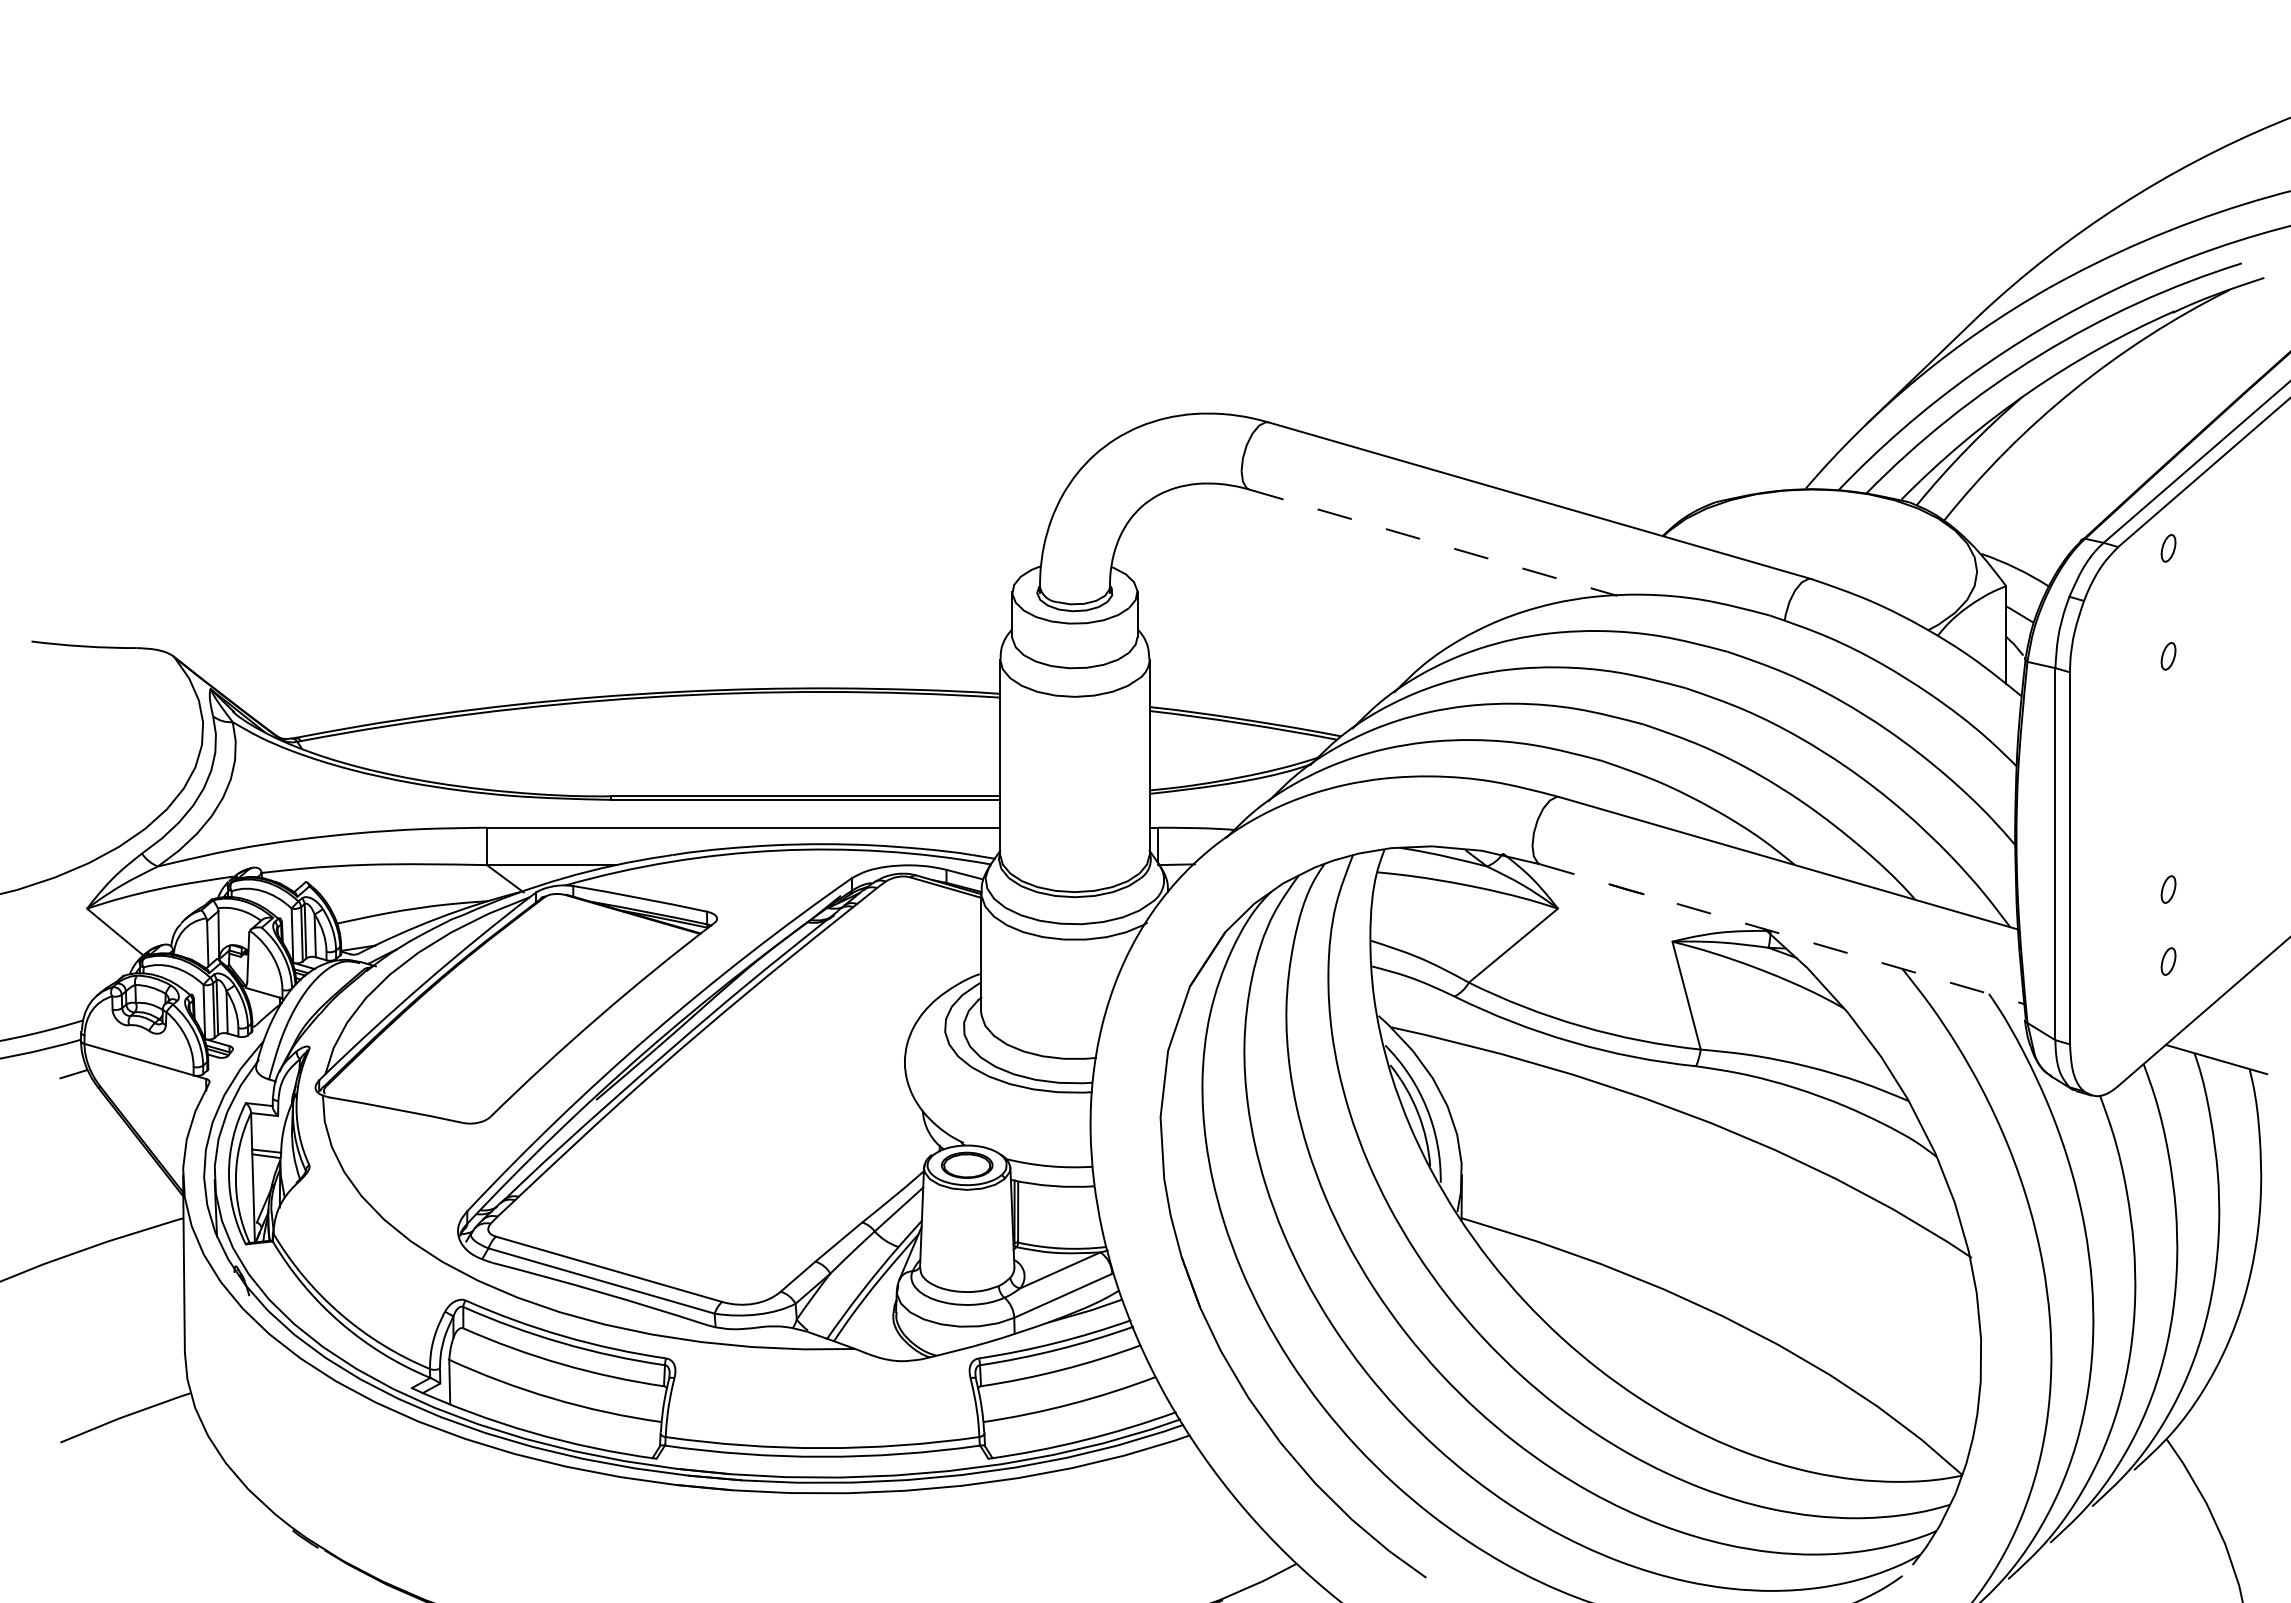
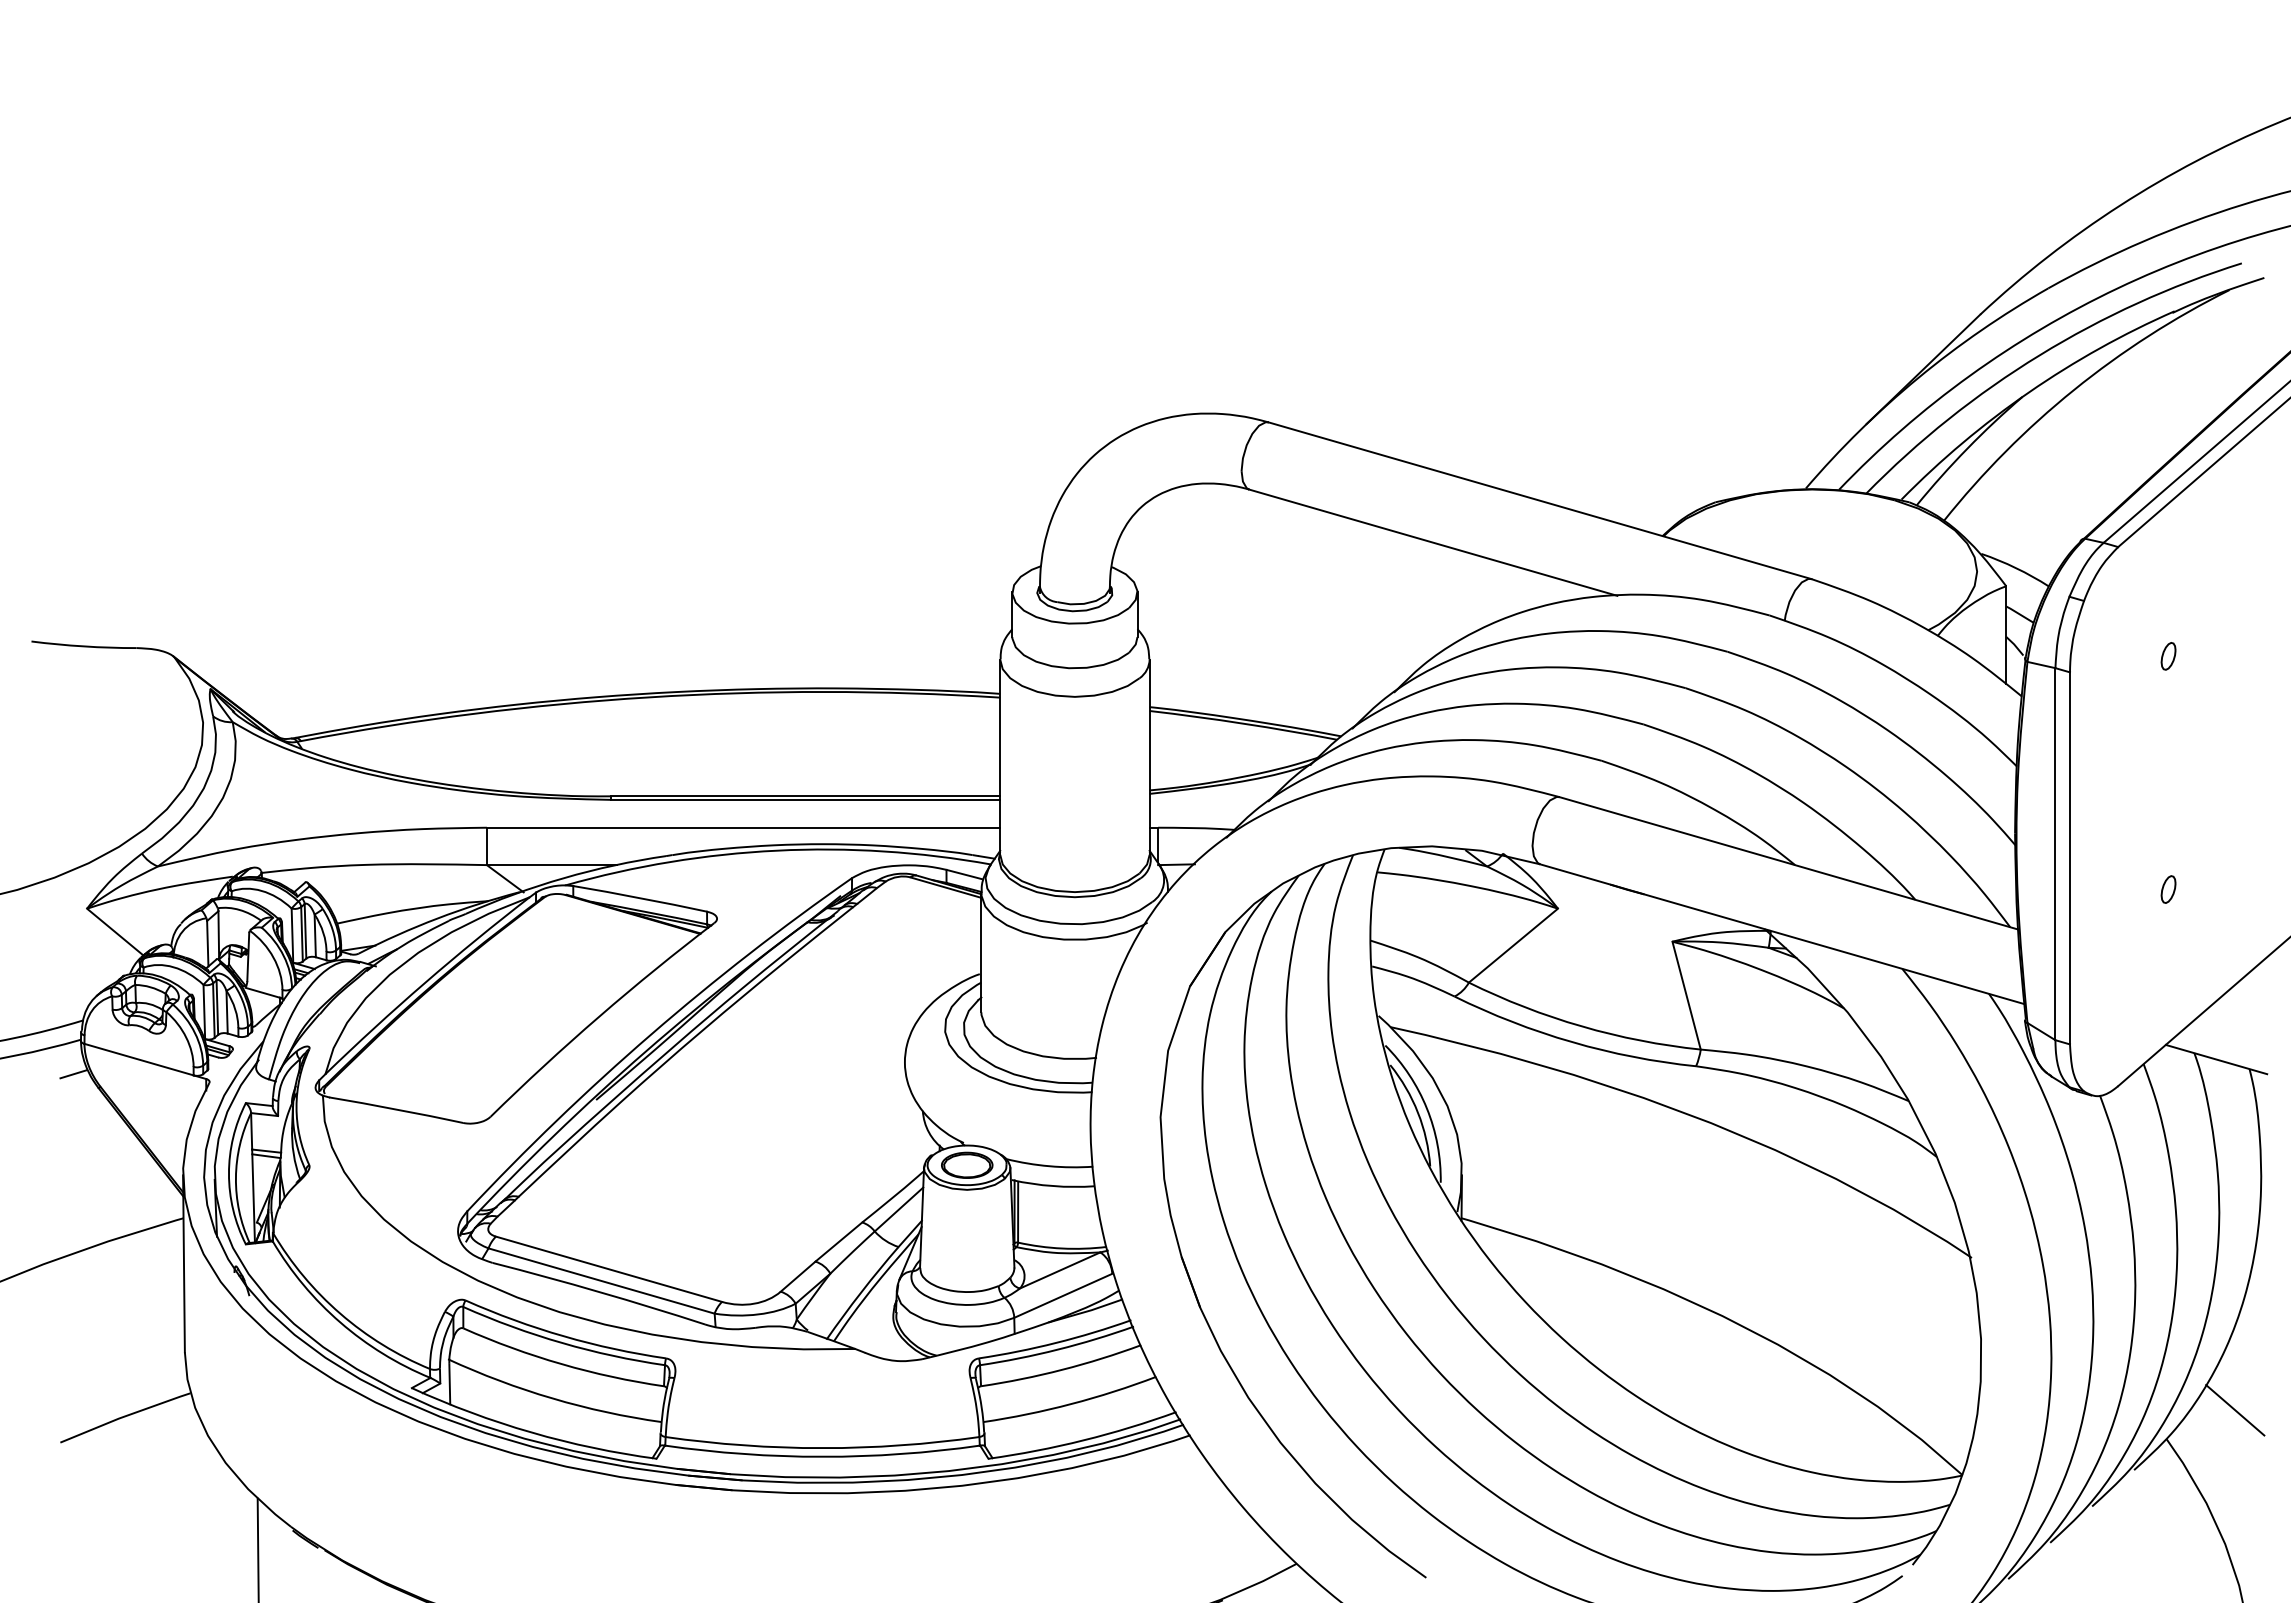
line at (1433, 542): dashed -> solid
part at (2168, 548): present -> none
line at (1782, 934): dashed -> solid
part at (2168, 961): present -> none
line at (2235, 1410): none -> present
line at (257, 1548): none -> present
